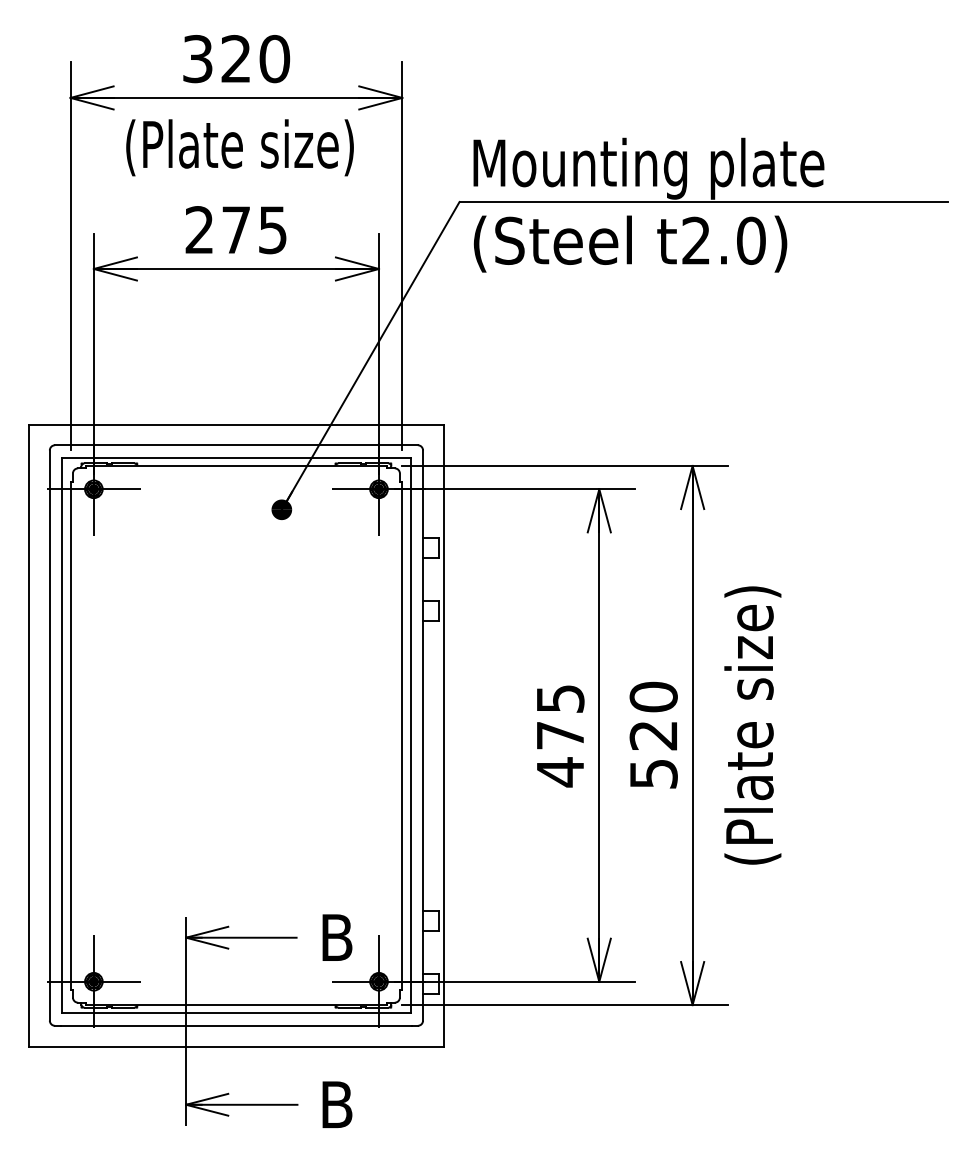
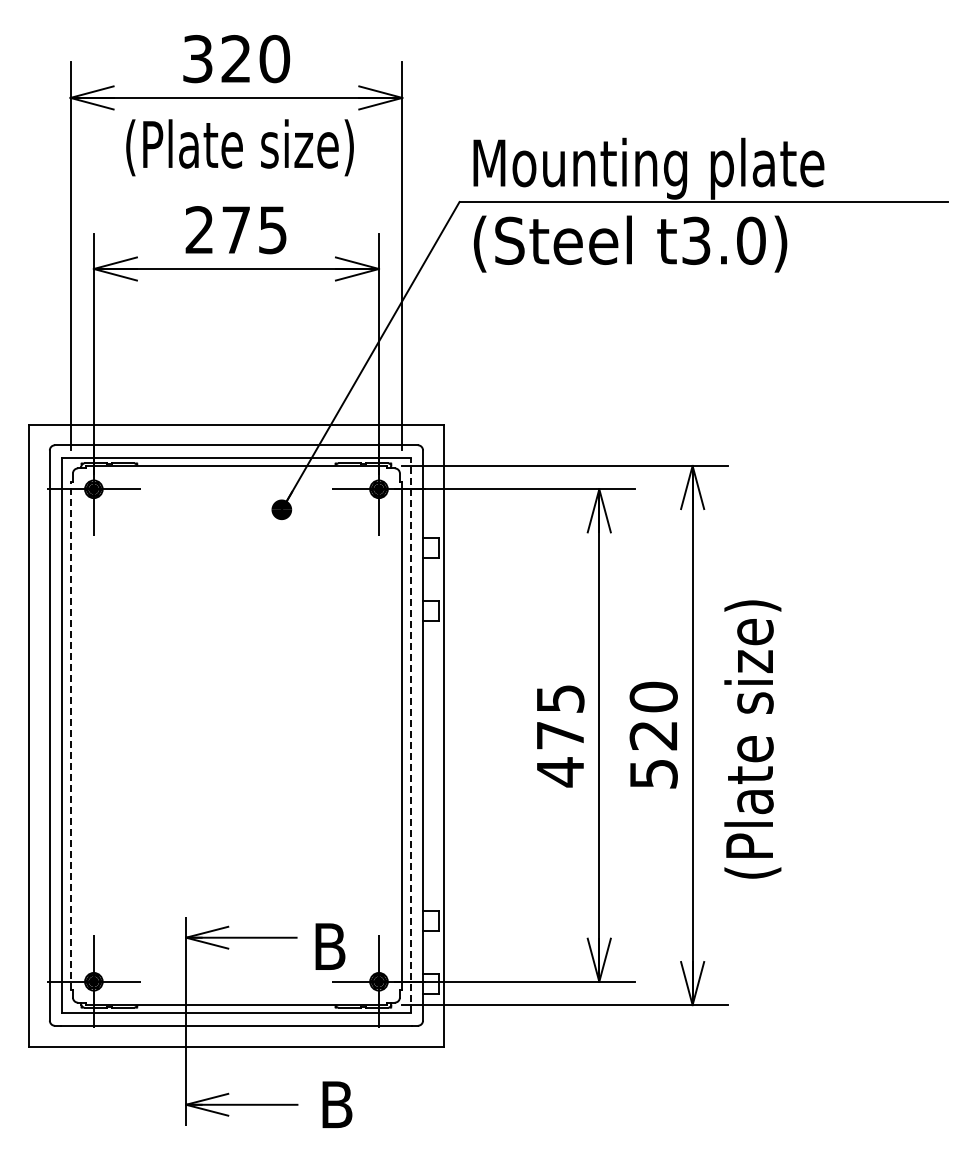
text at (696, 240): t2.0) -> t3.0)
text at (752, 725) position: (752, 725) -> (752, 739)
line at (70, 735): solid -> dashed
line at (410, 735): solid -> dashed
text at (337, 937) position: (337, 937) -> (330, 946)
